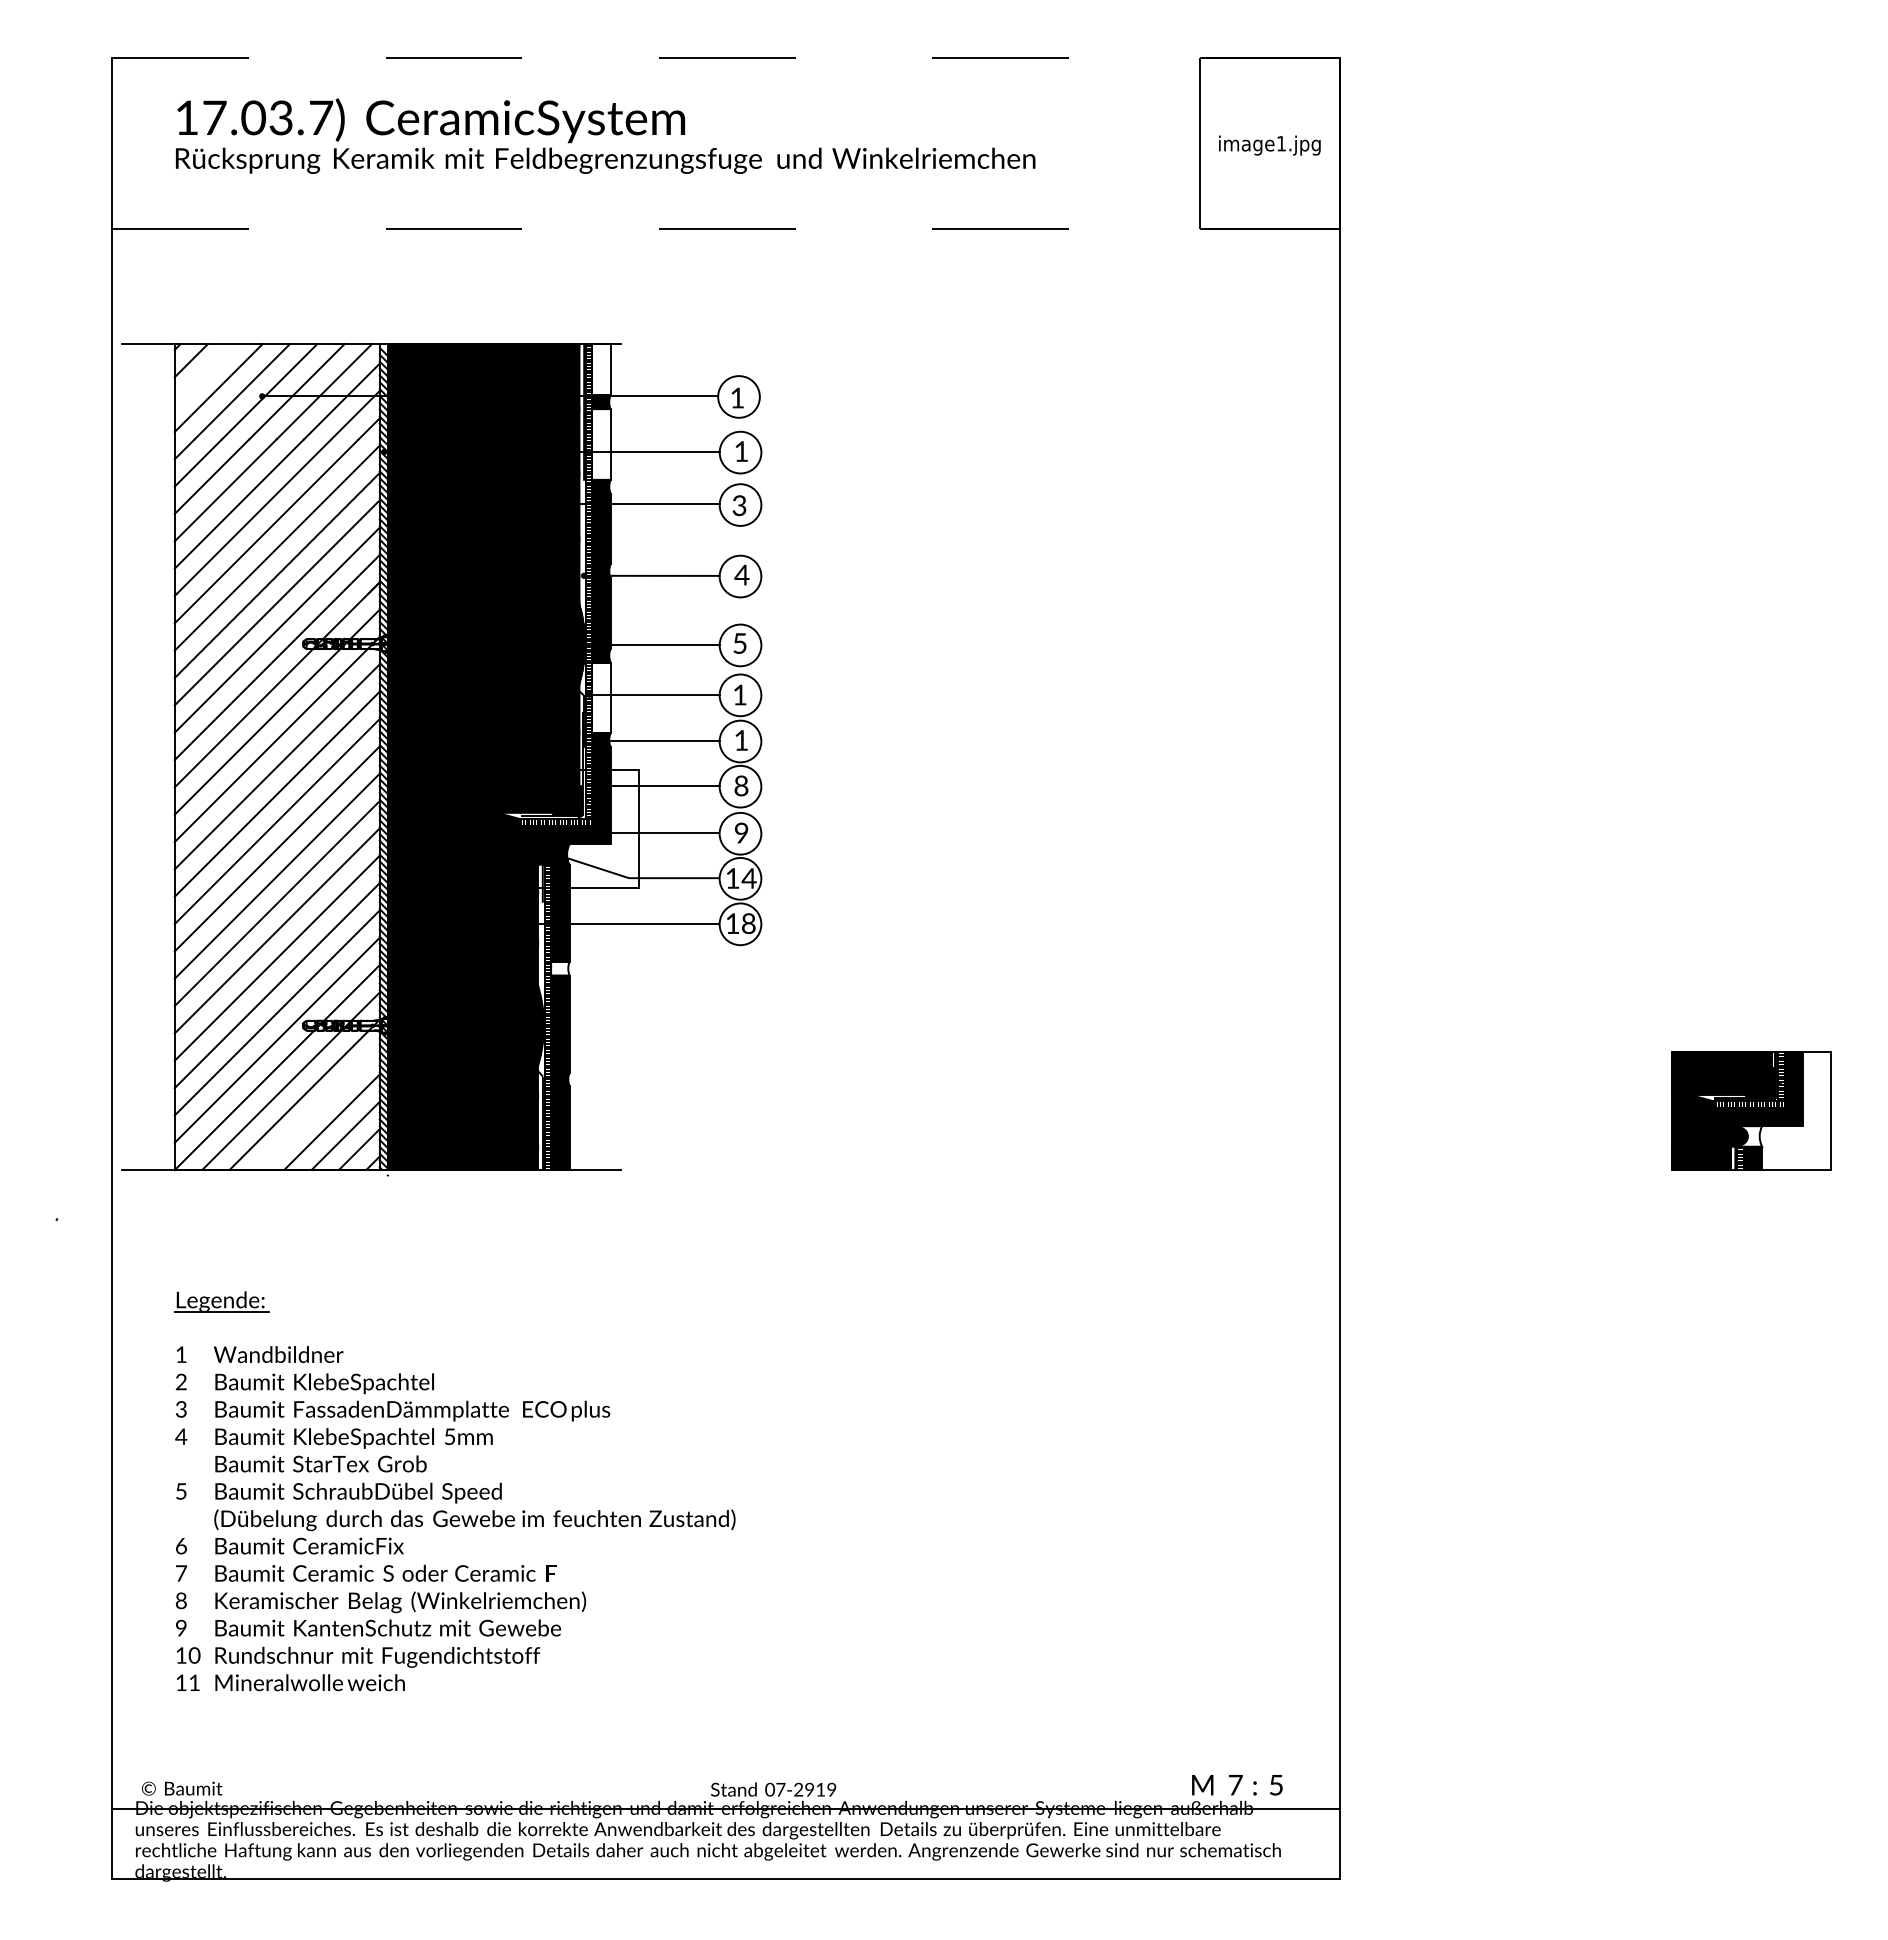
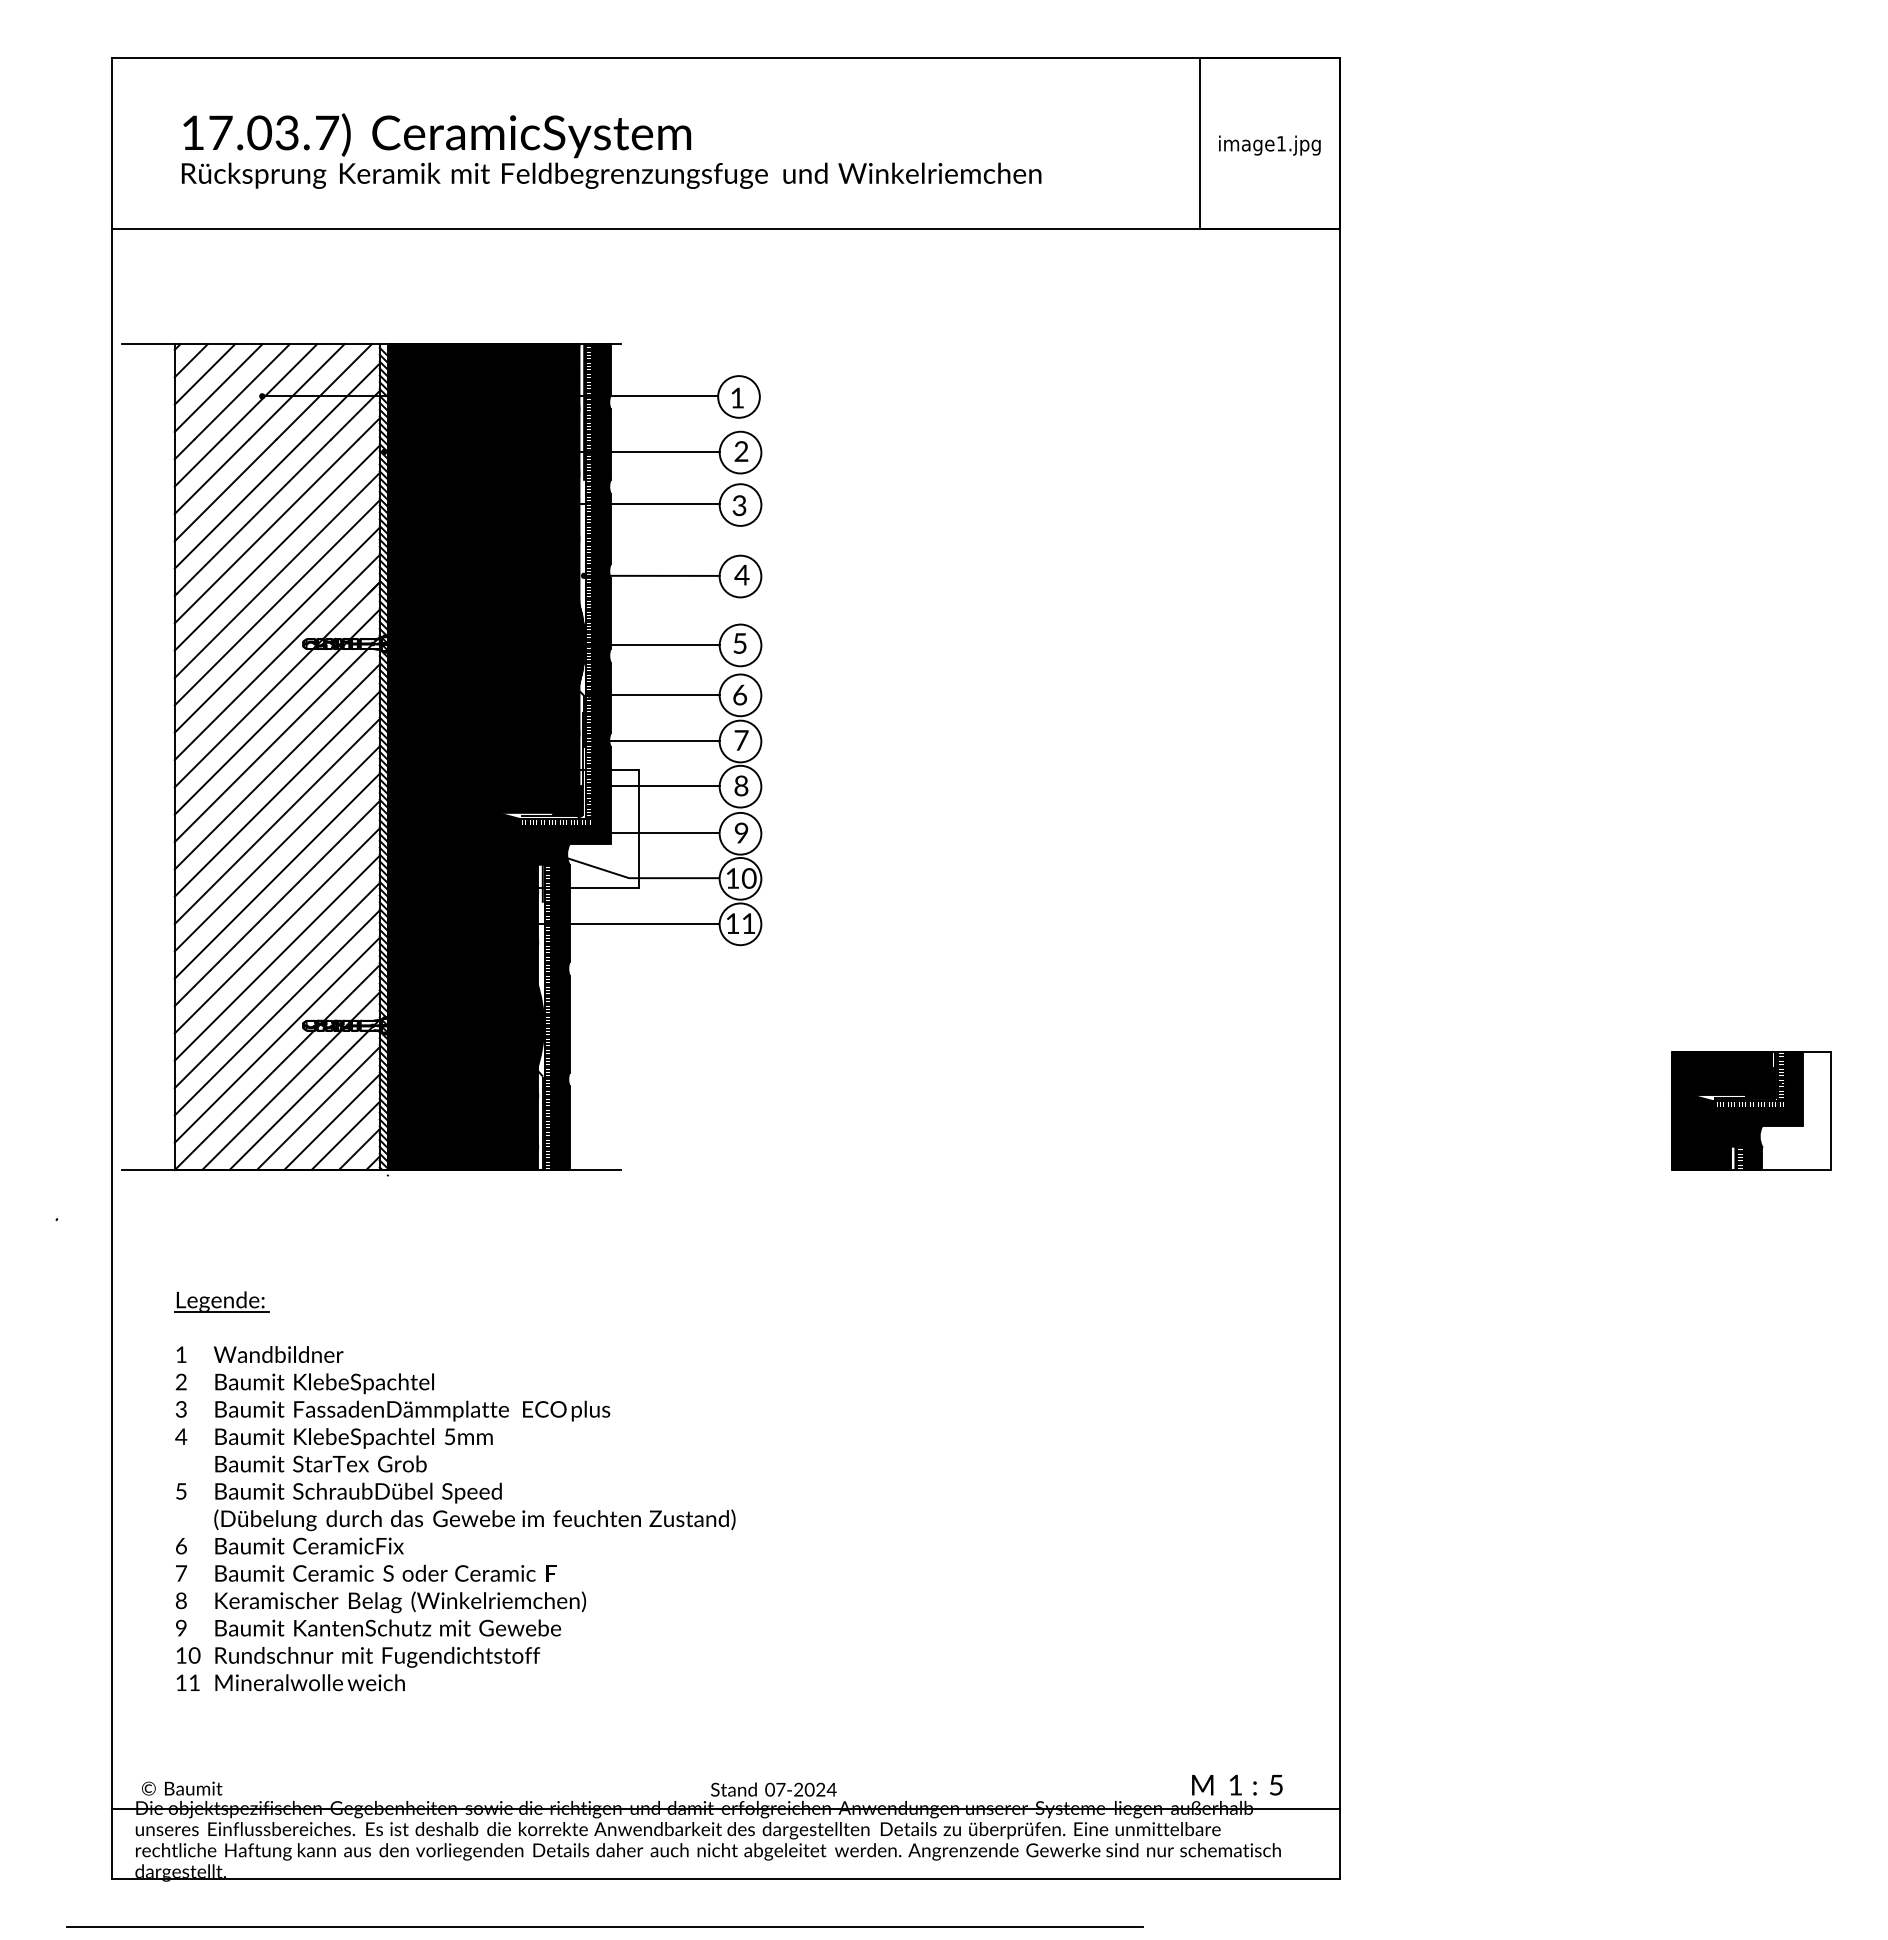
line at (726, 58): dashed -> solid
text at (605, 135) position: (605, 135) -> (611, 150)
line at (726, 229): dashed -> solid
fill at (601, 369): none -> present
line at (204, 374): none -> present
fill at (601, 444): none -> present
text at (741, 451): 1 -> 2
text at (739, 694): 1 -> 6
fill at (601, 697): none -> present
text at (741, 740): 1 -> 7
text at (748, 878): 14 -> 10
text at (748, 923): 8 -> 1
fill at (560, 968): none -> present
line at (318, 1108): none -> present
hatch at (1749, 1136): none -> present
text at (1235, 1785): 7 -> 1
text at (820, 1789): -2919 -> -2024
line at (605, 1927): none -> present
